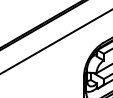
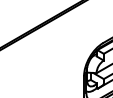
line at (55, 41): present -> none
